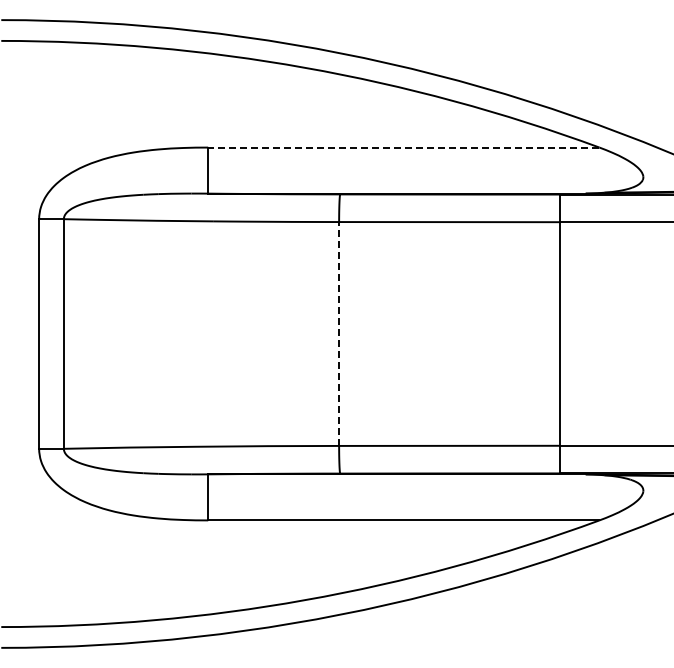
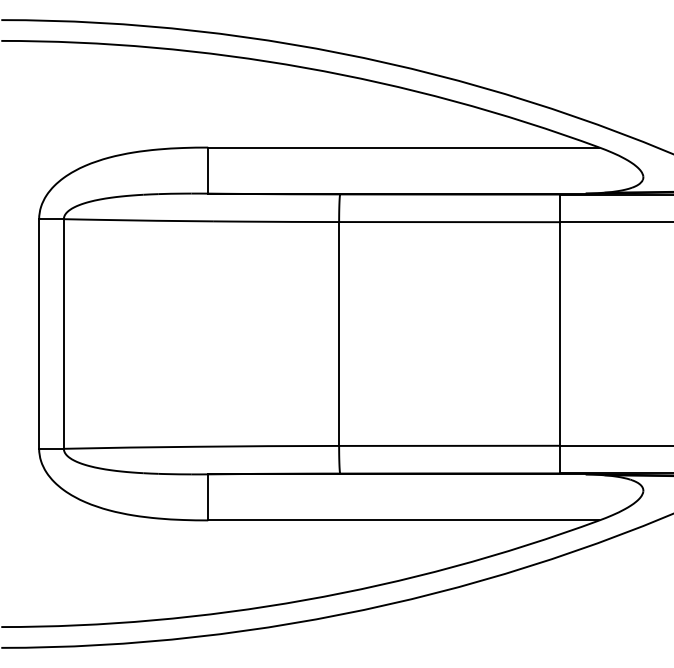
line at (403, 147): dashed -> solid
line at (339, 333): dashed -> solid
